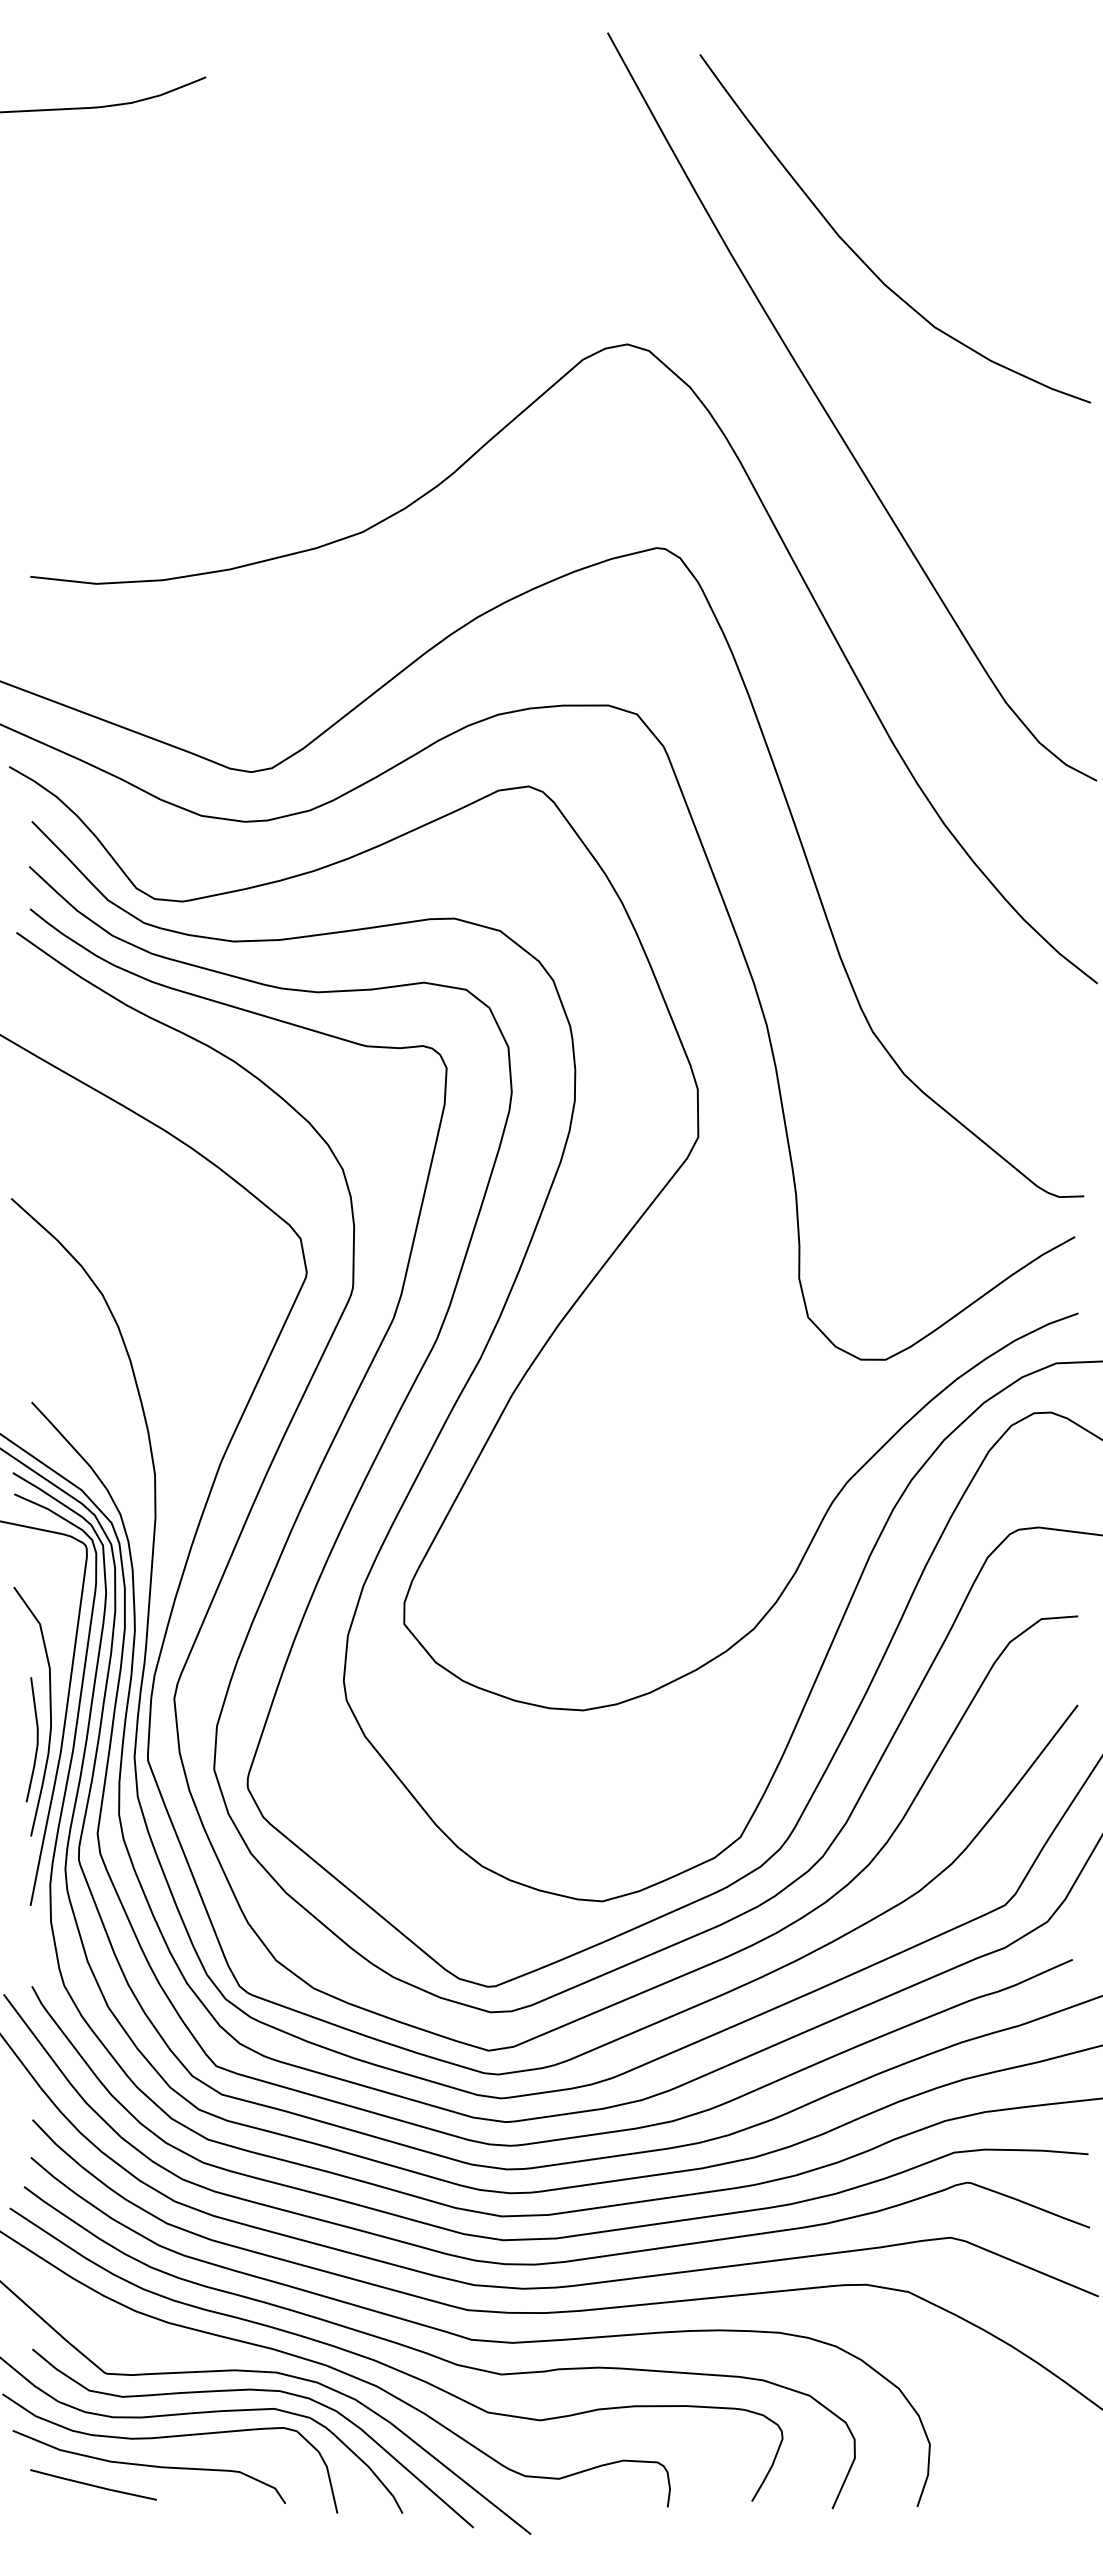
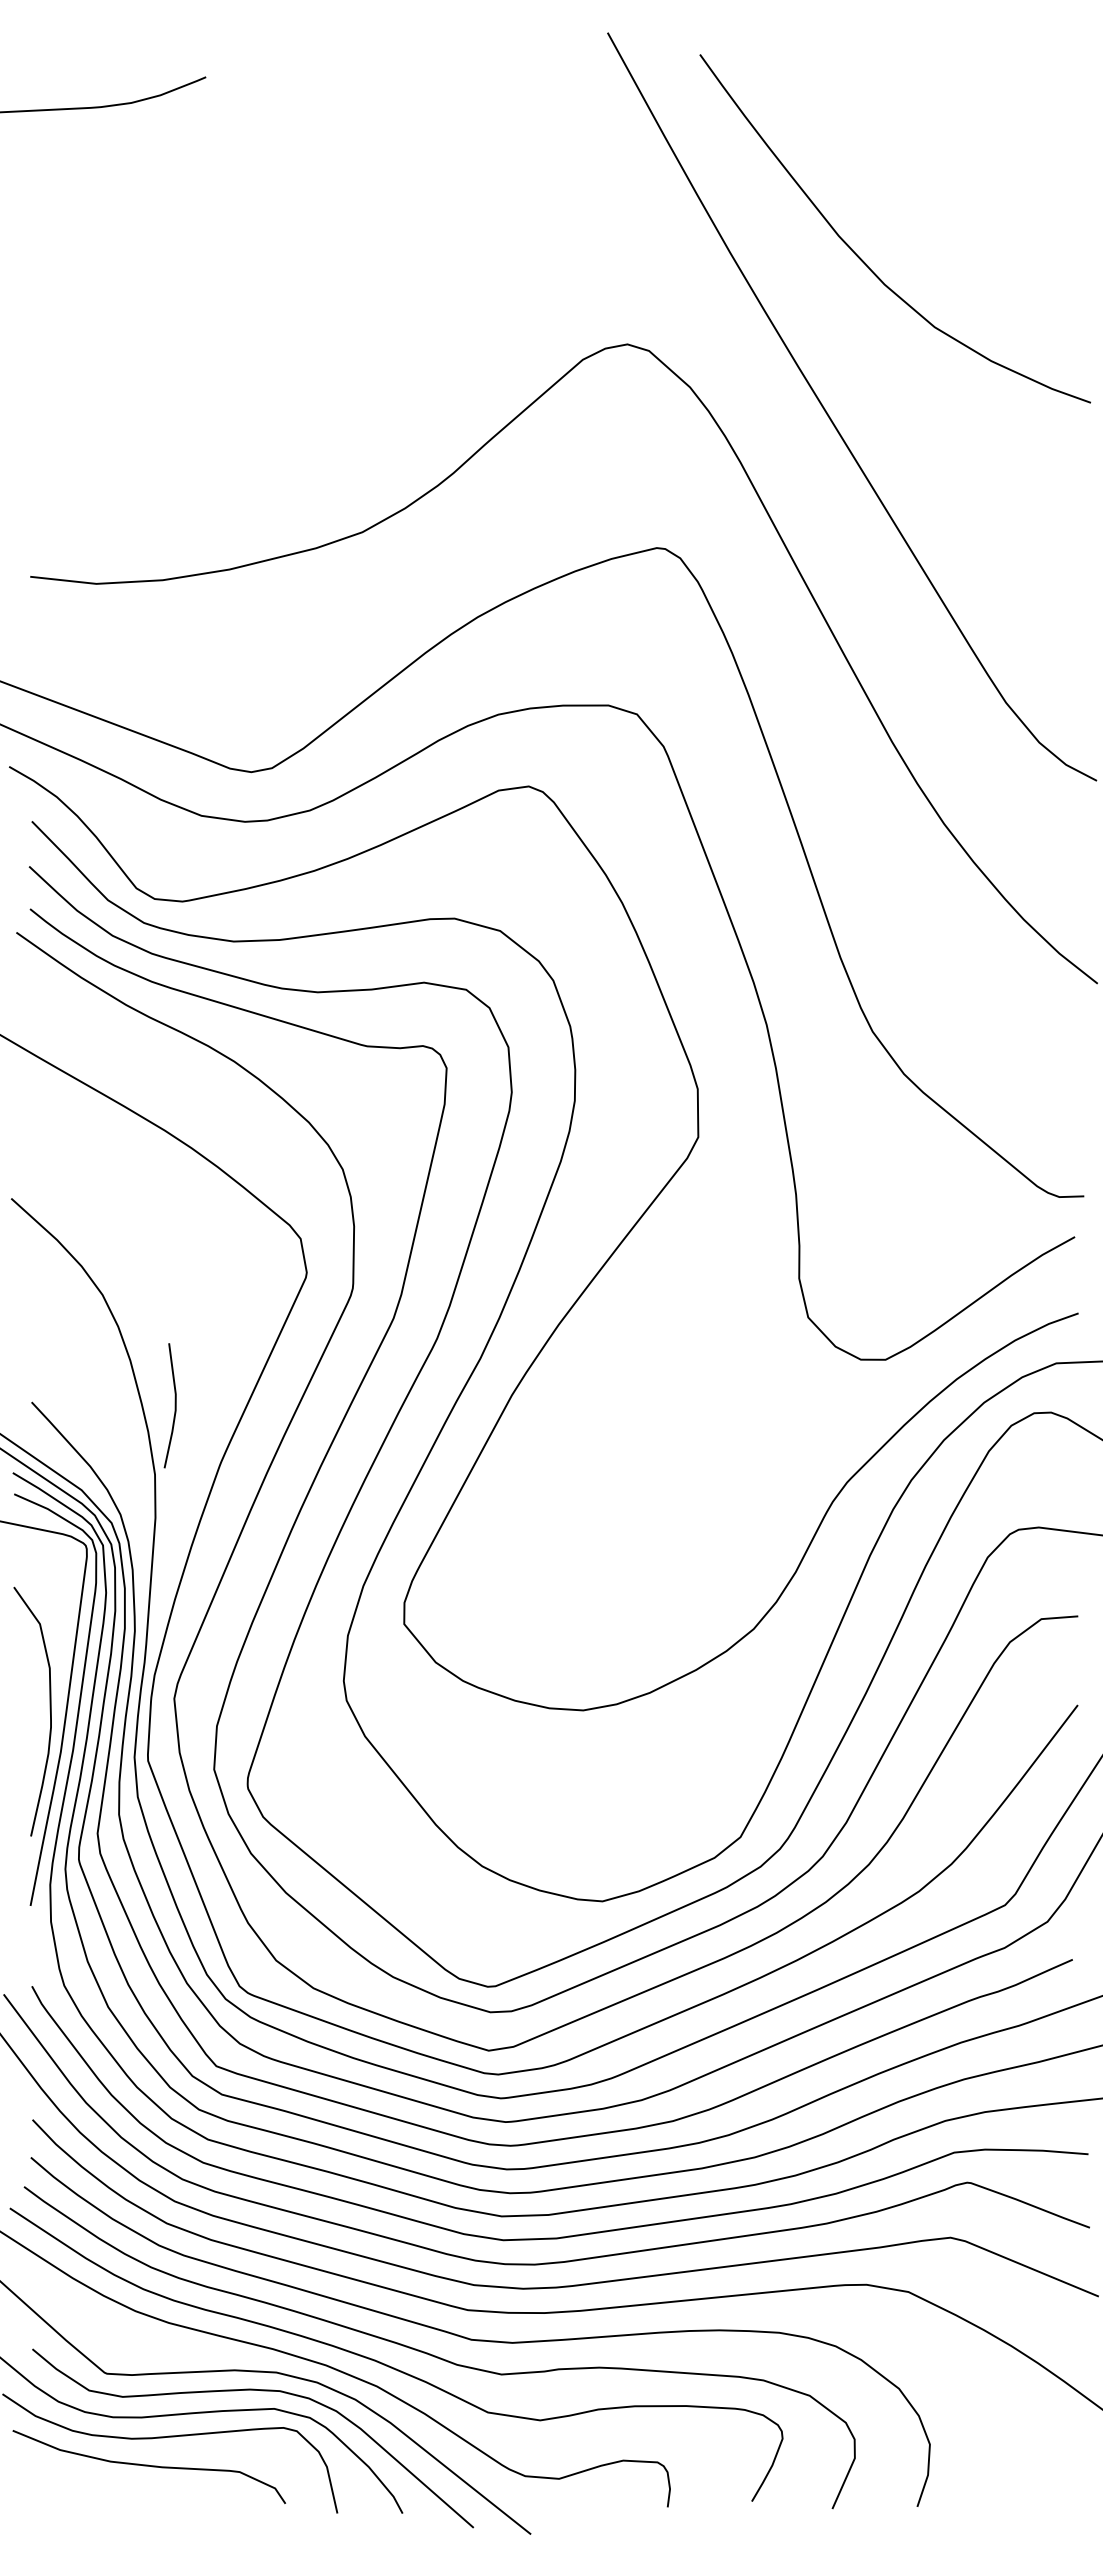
line at (36, 1739) position: (36, 1739) -> (174, 1405)
line at (93, 2484): present -> none
